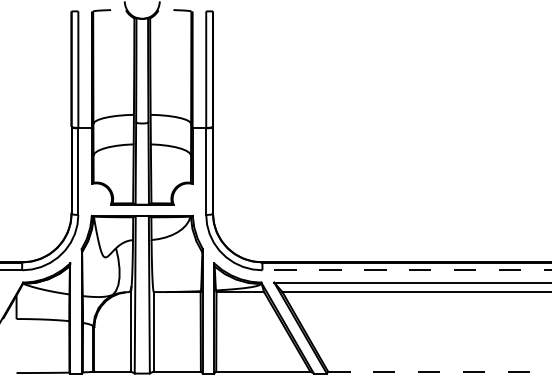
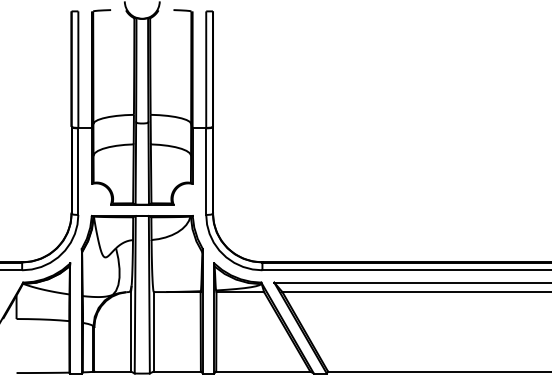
line at (406, 270): dashed -> solid
line at (439, 371): dashed -> solid
